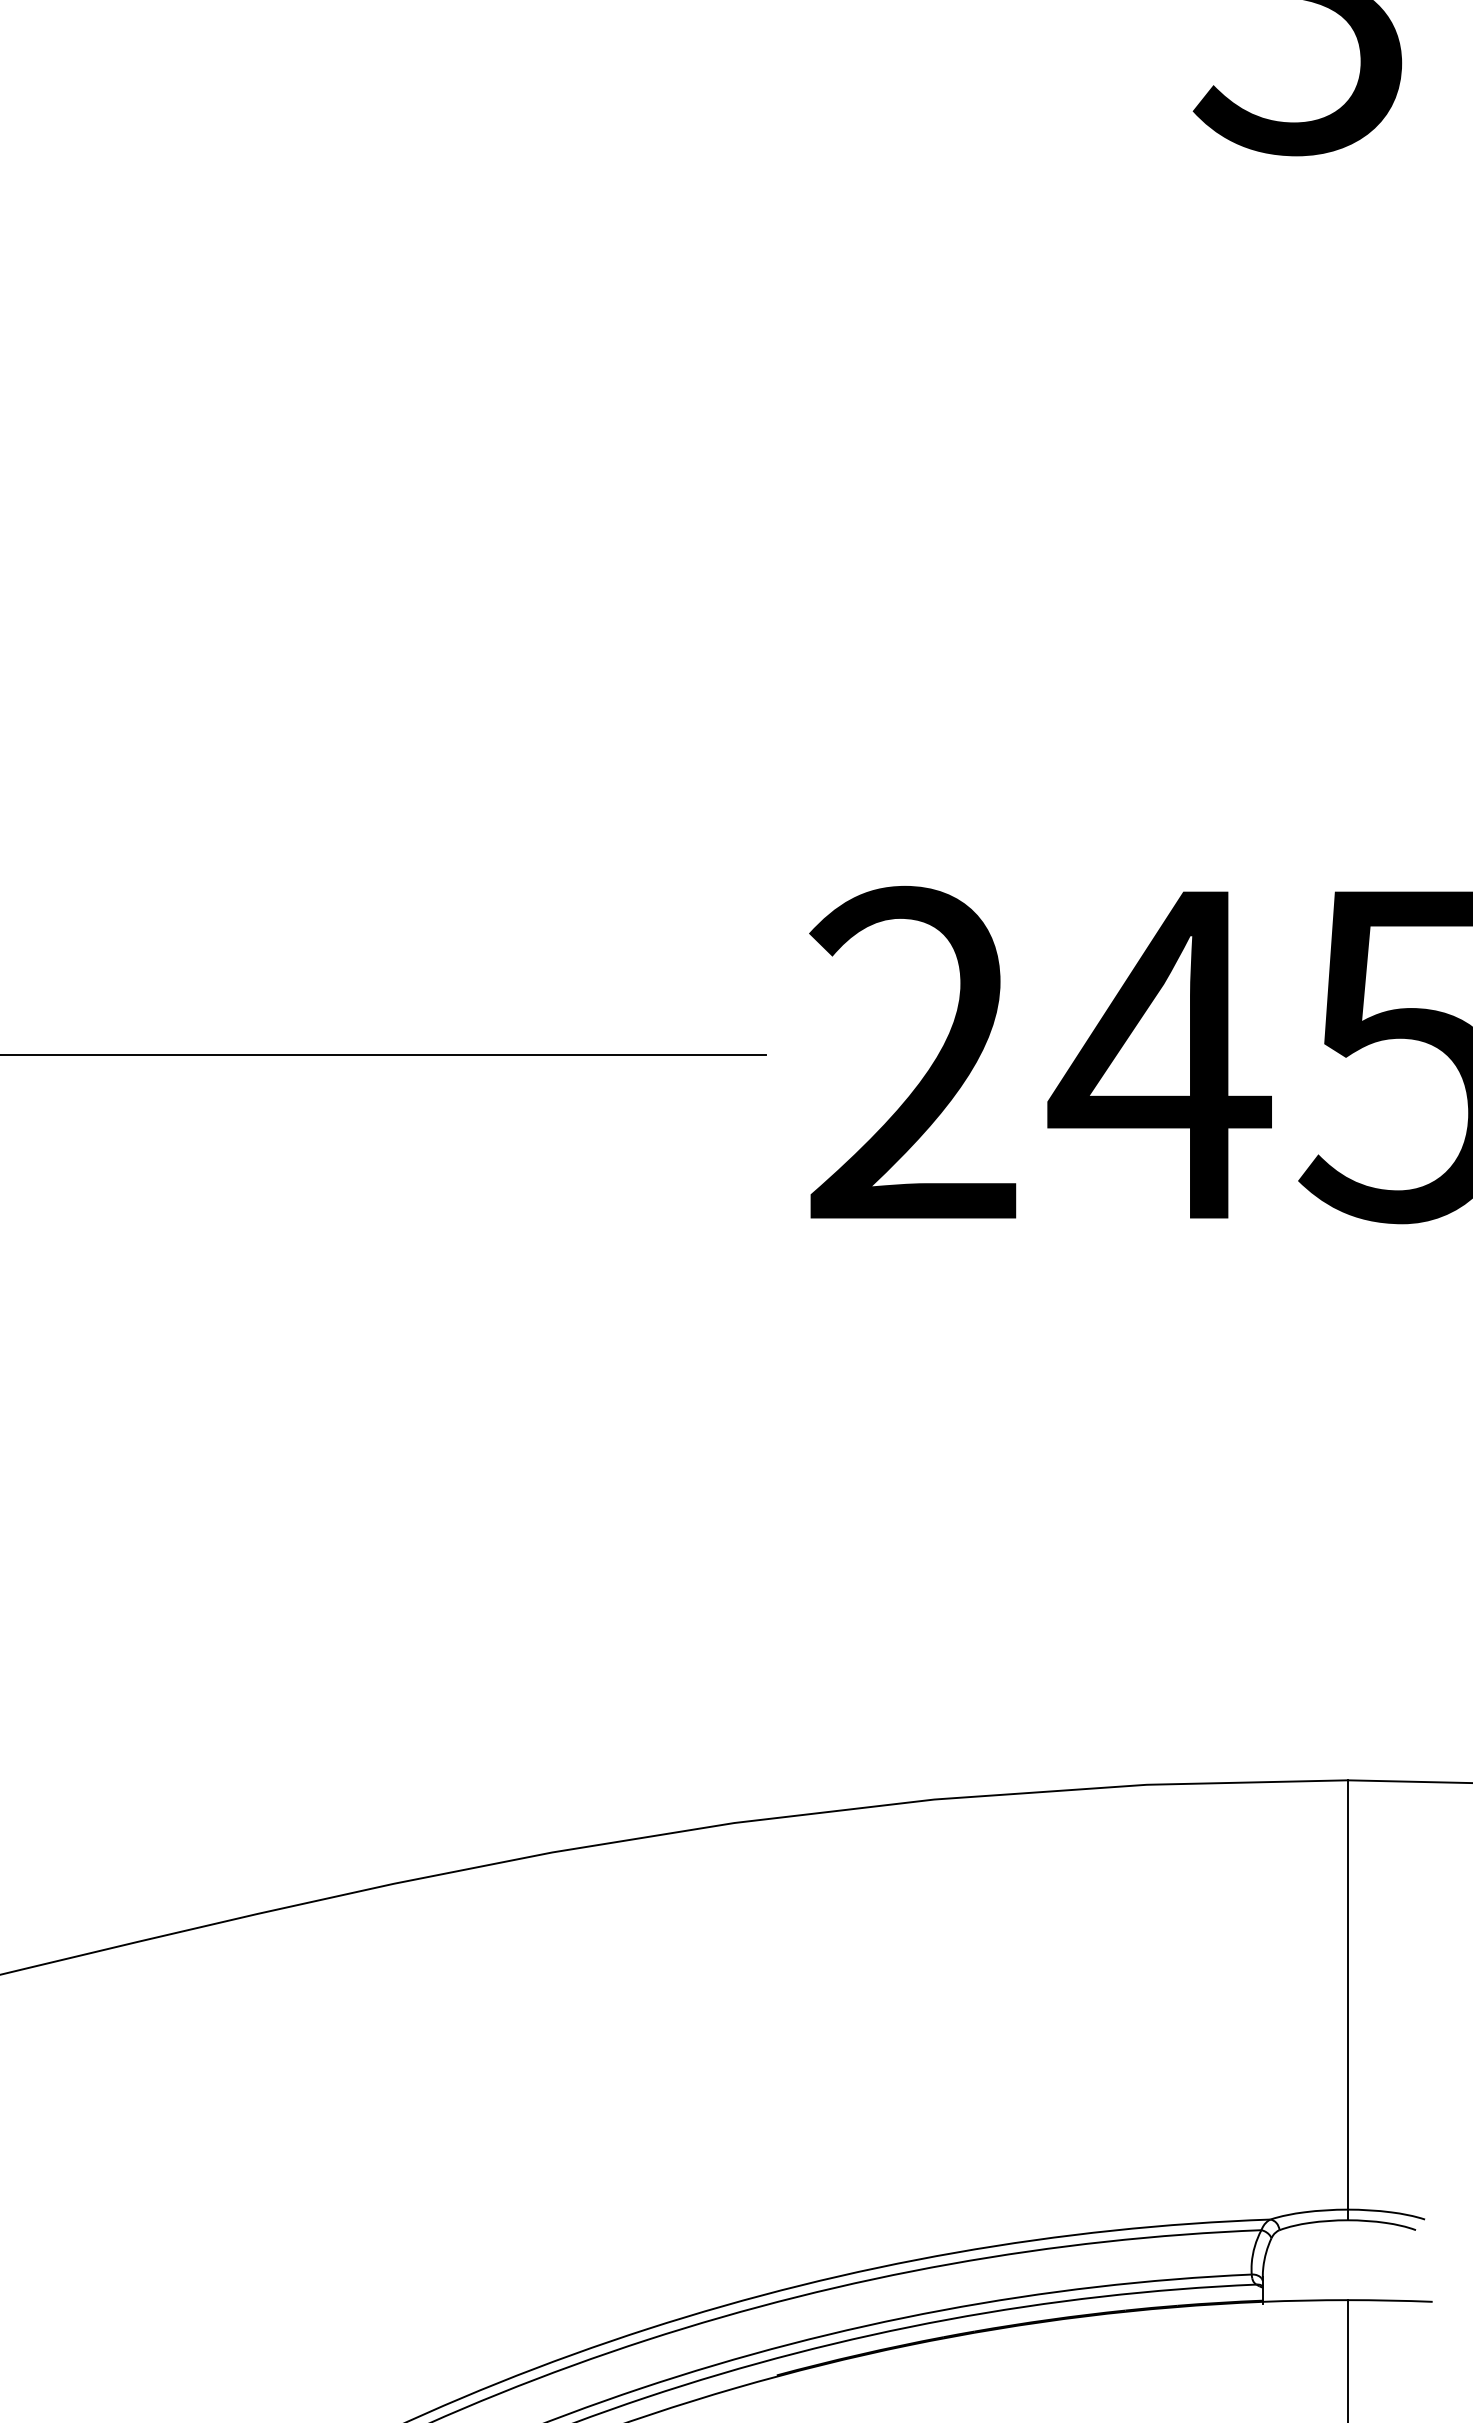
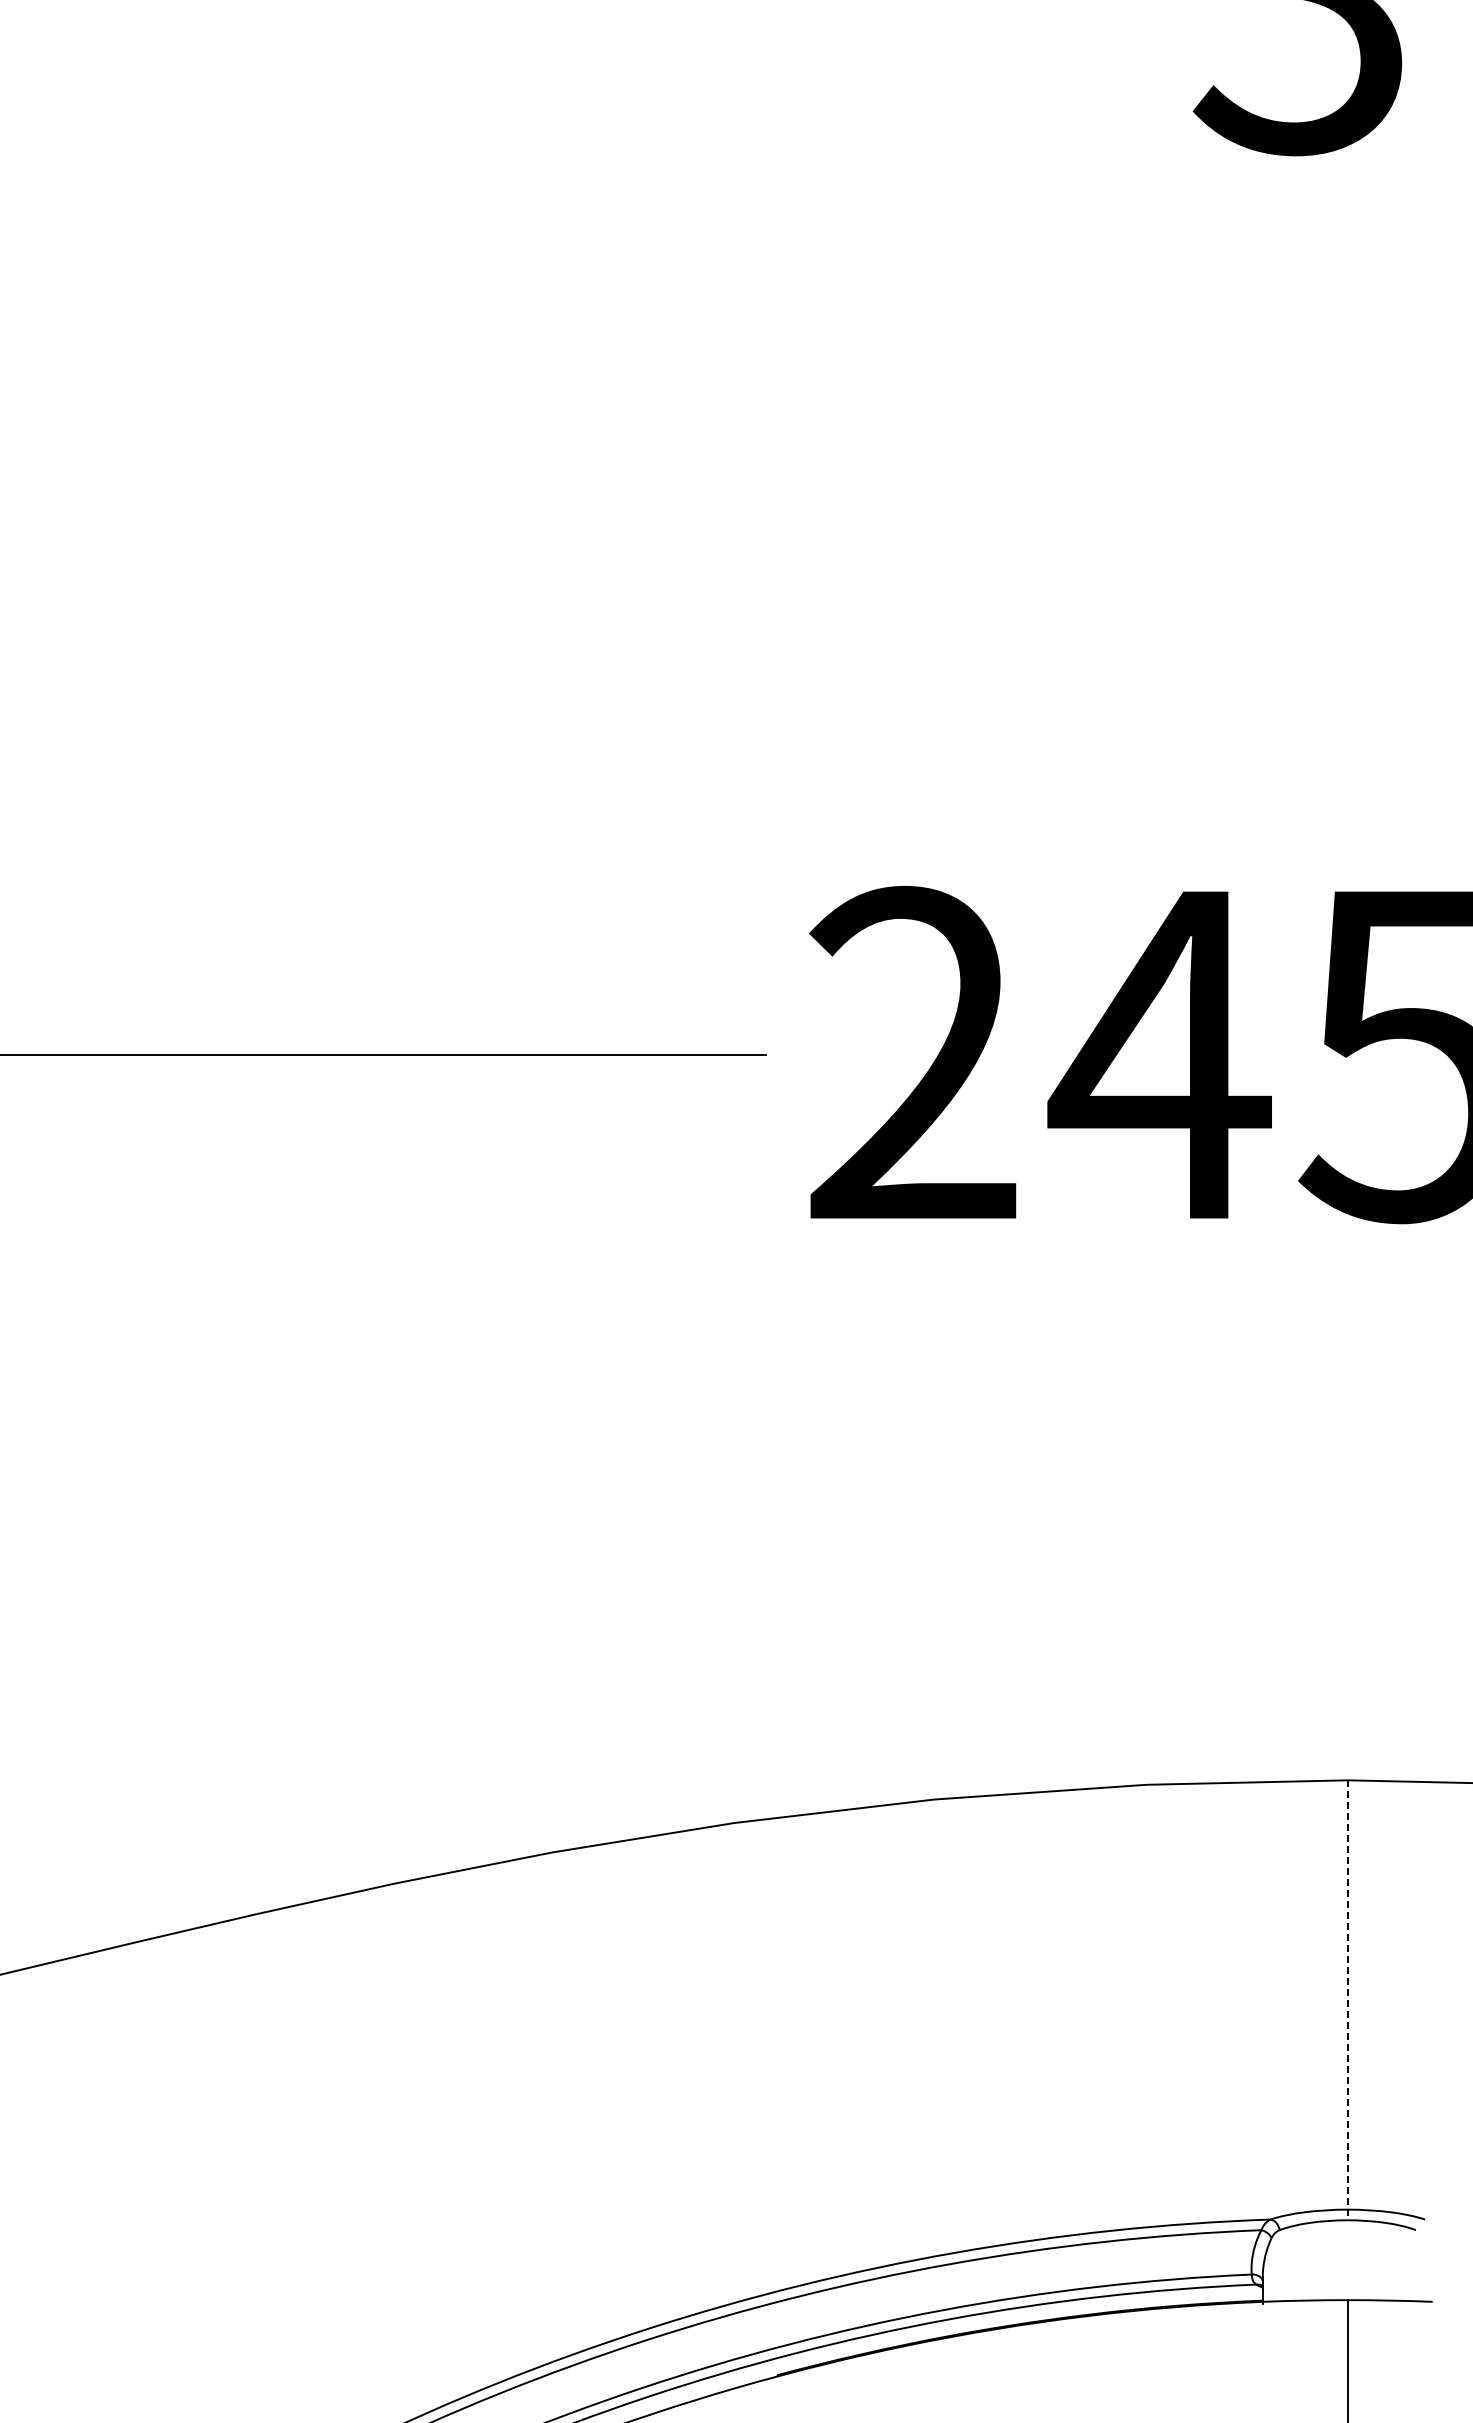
line at (1347, 2000): solid -> dashed
